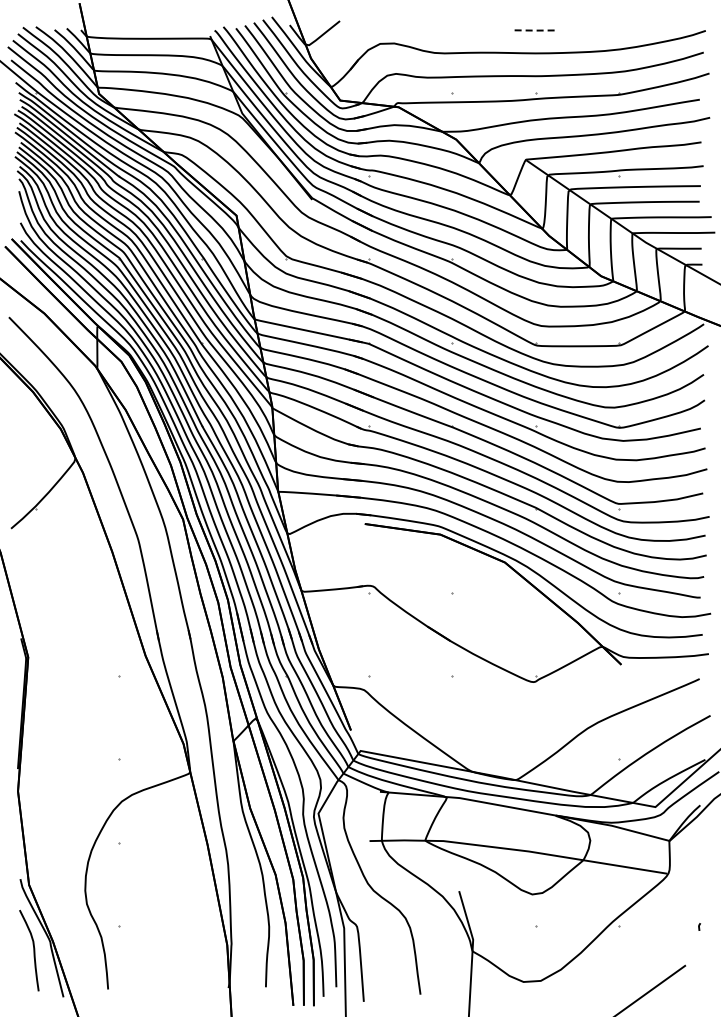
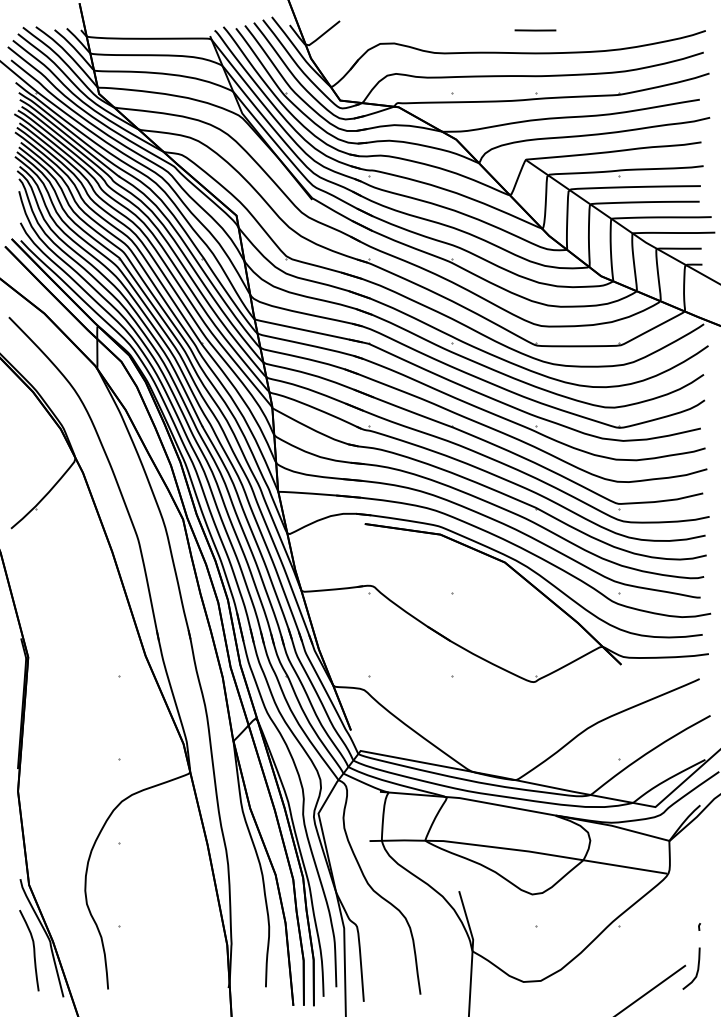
line at (535, 30): dashed -> solid
curve at (696, 971): none -> present
